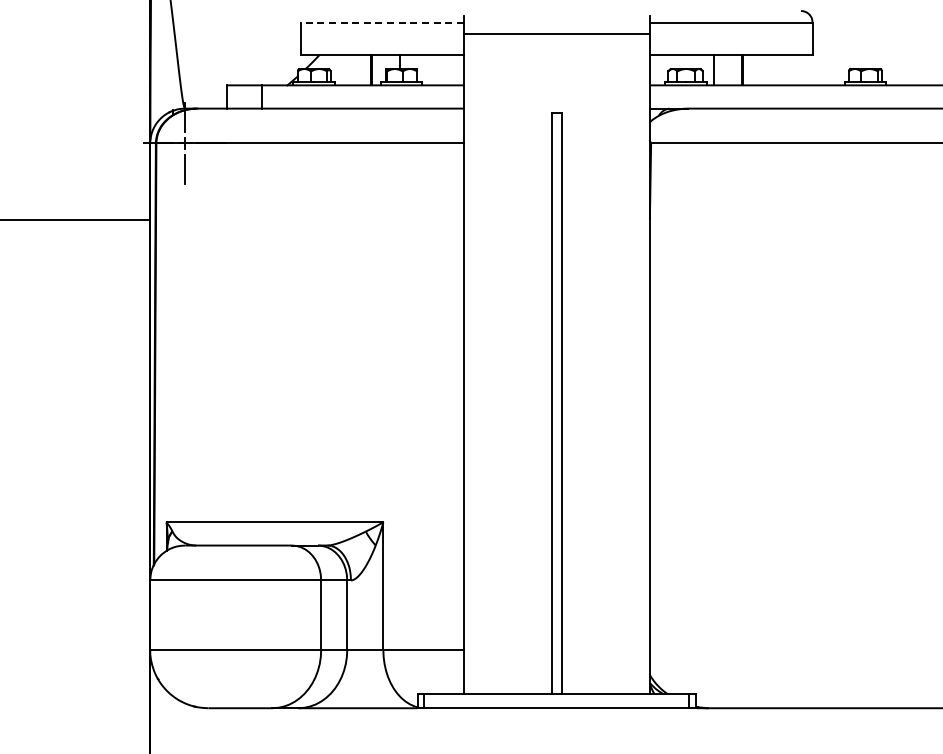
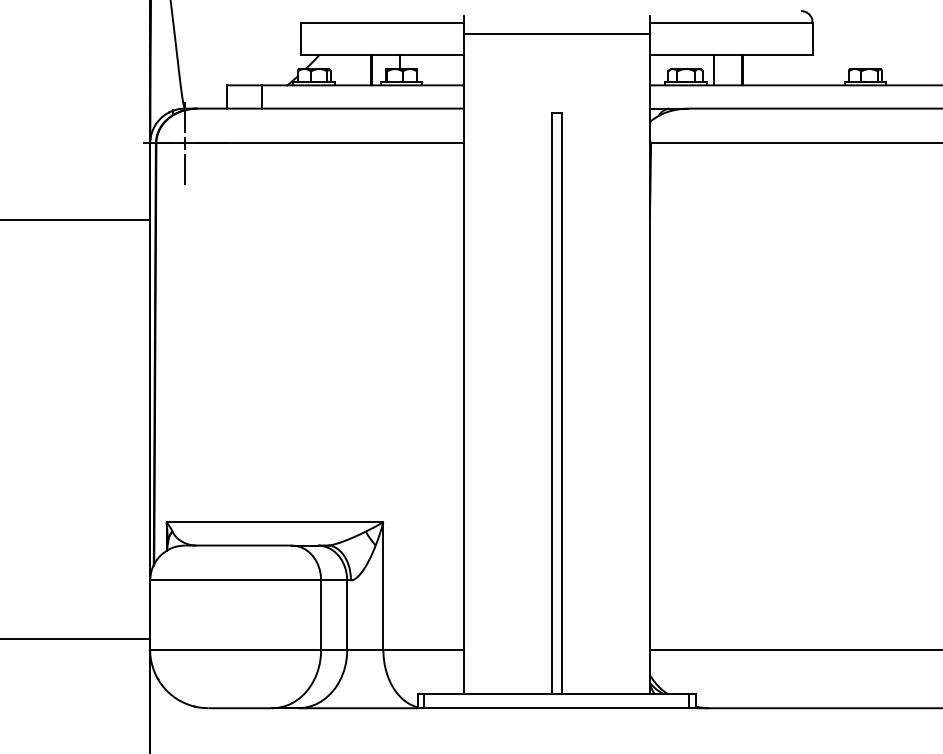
line at (382, 22): dashed -> solid
line at (76, 638): none -> present
line at (794, 650): none -> present
